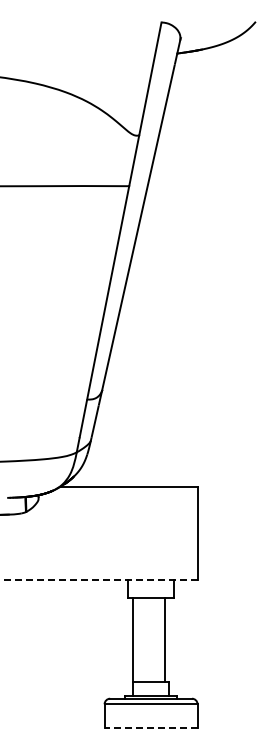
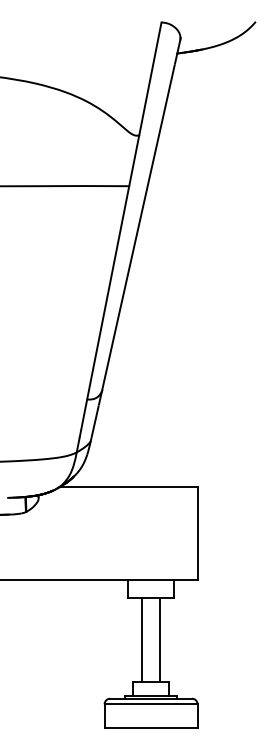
line at (98, 579): dashed -> solid
line at (132, 639) position: (132, 639) -> (141, 639)
line at (165, 639) position: (165, 639) -> (160, 639)
line at (150, 728): dashed -> solid
